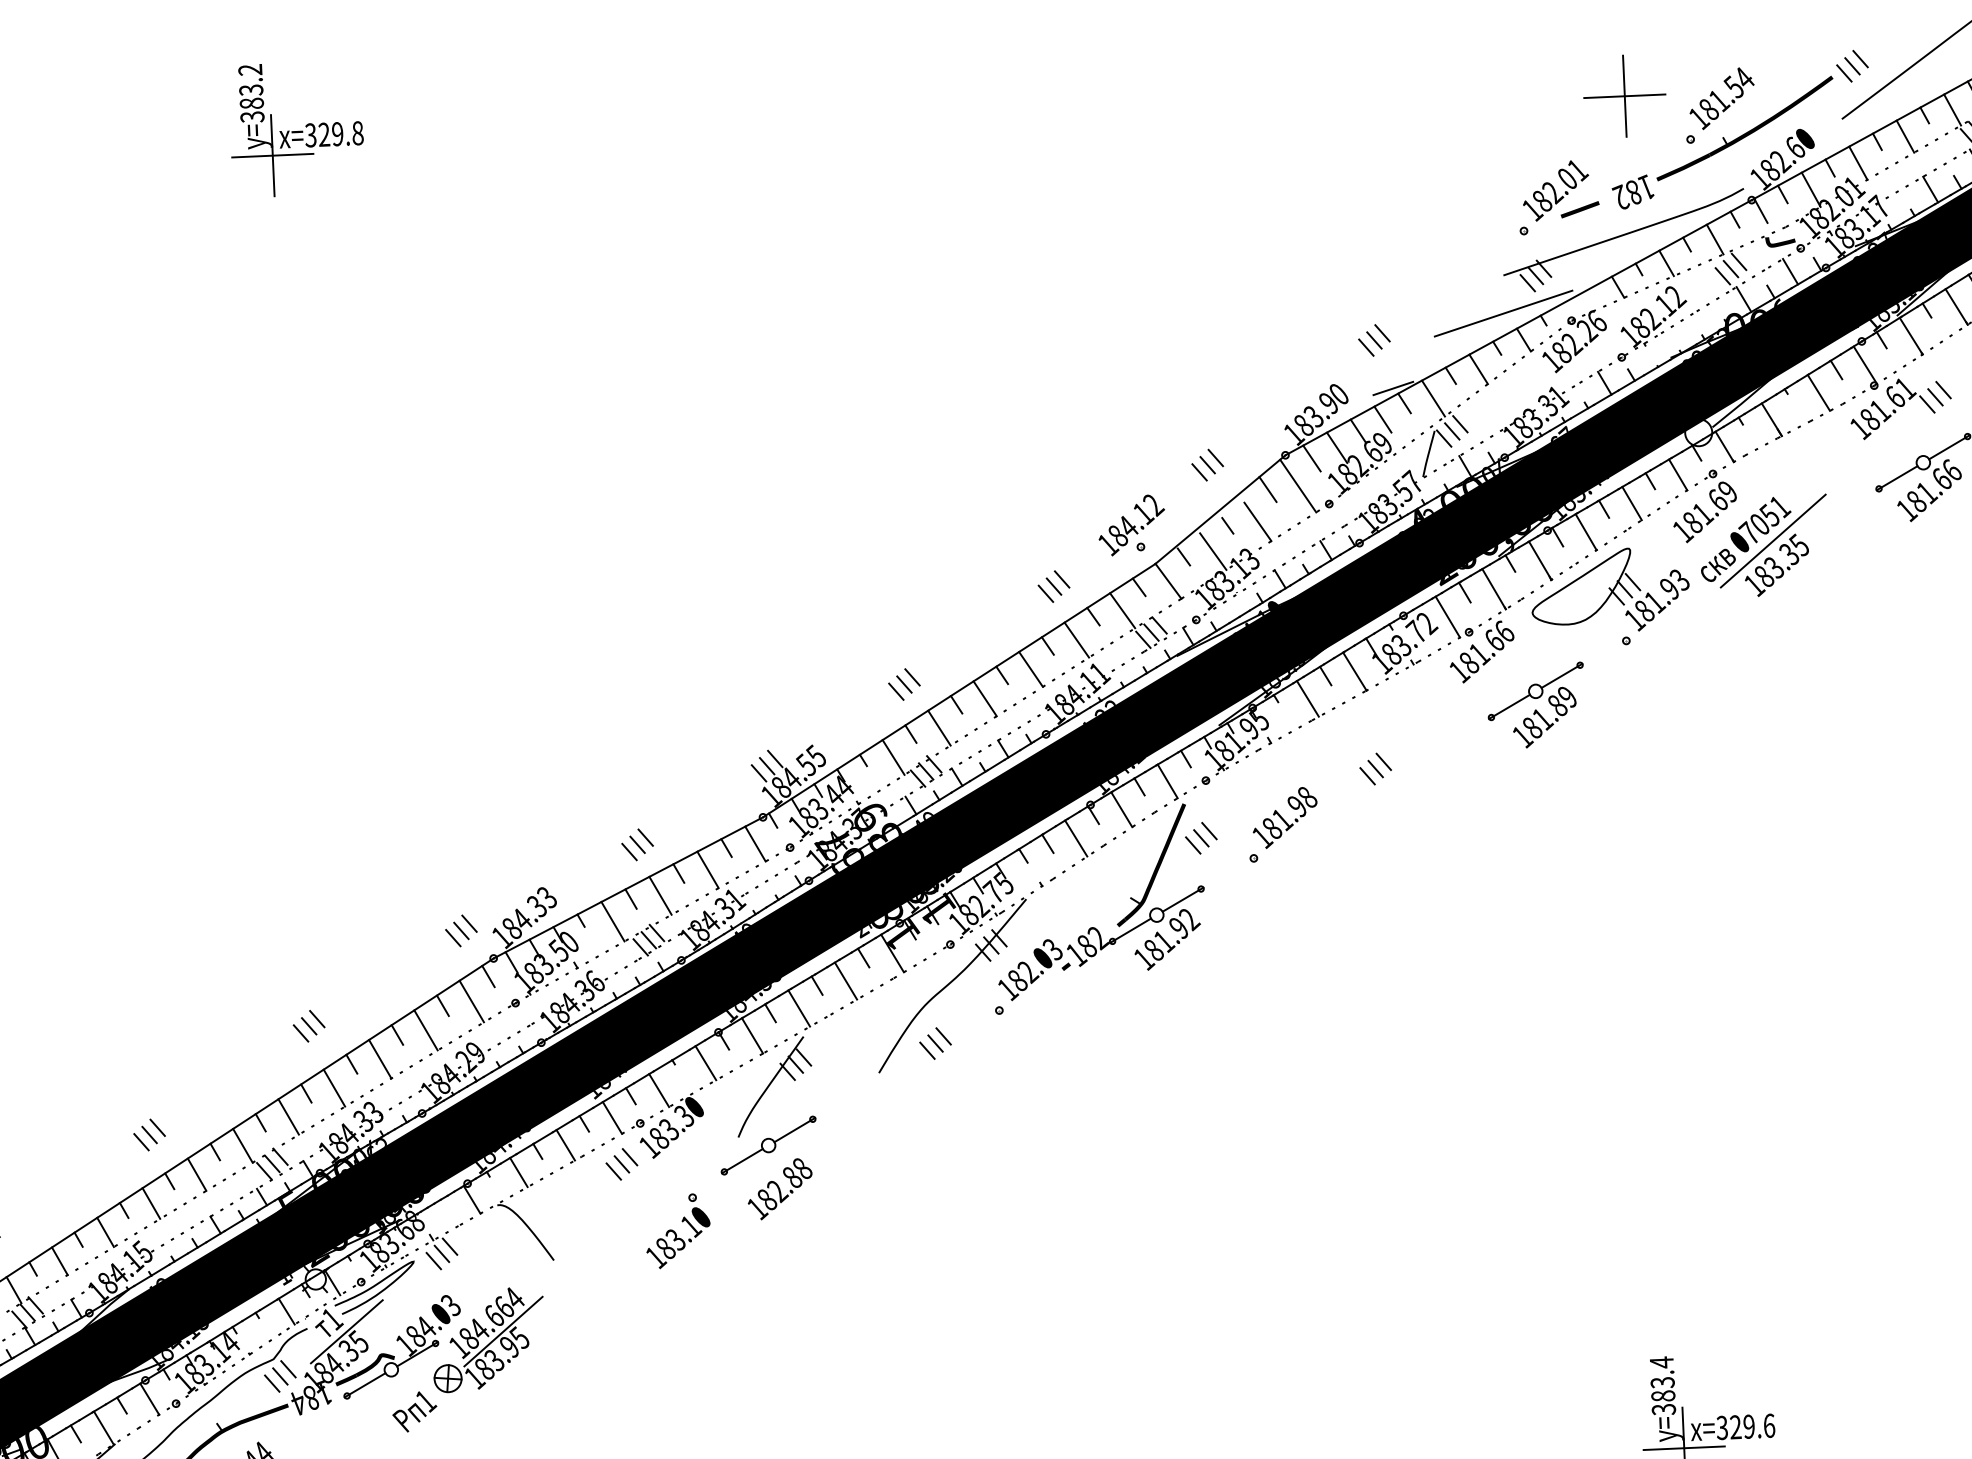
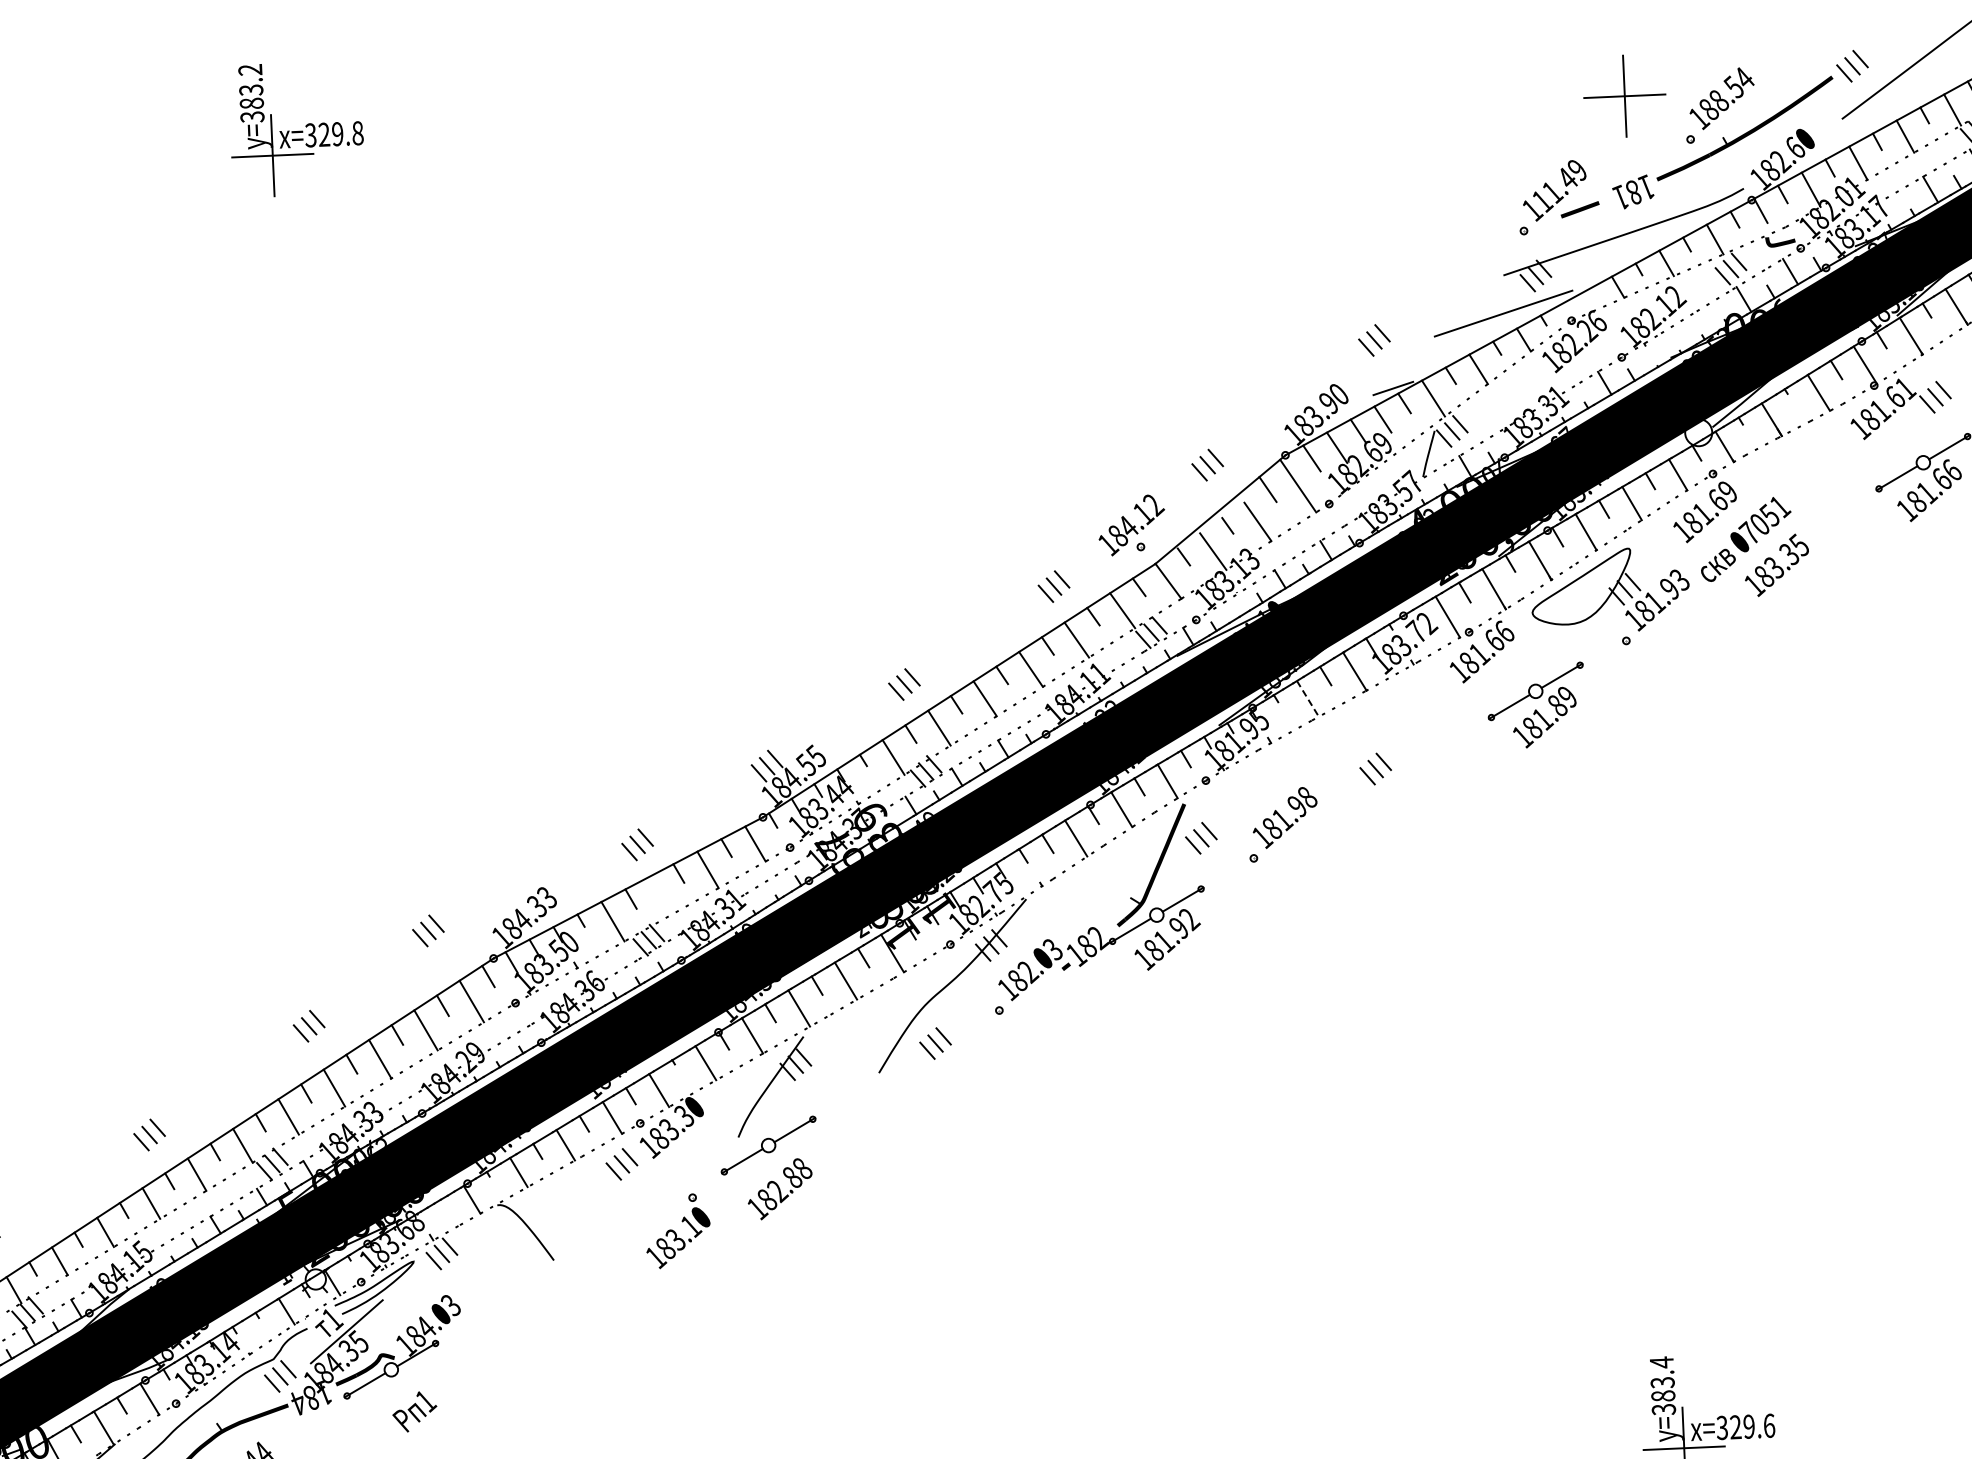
text at (1719, 101): 181.54 -> 188.54
text at (1561, 186): 182.01 -> 111.49
text at (1620, 196): 182 -> 181
line at (1772, 540): present -> none
line at (1307, 698): solid -> dashed
line at (660, 895): present -> none
part at (461, 930) position: (461, 930) -> (428, 930)
part at (488, 1340): present -> none
